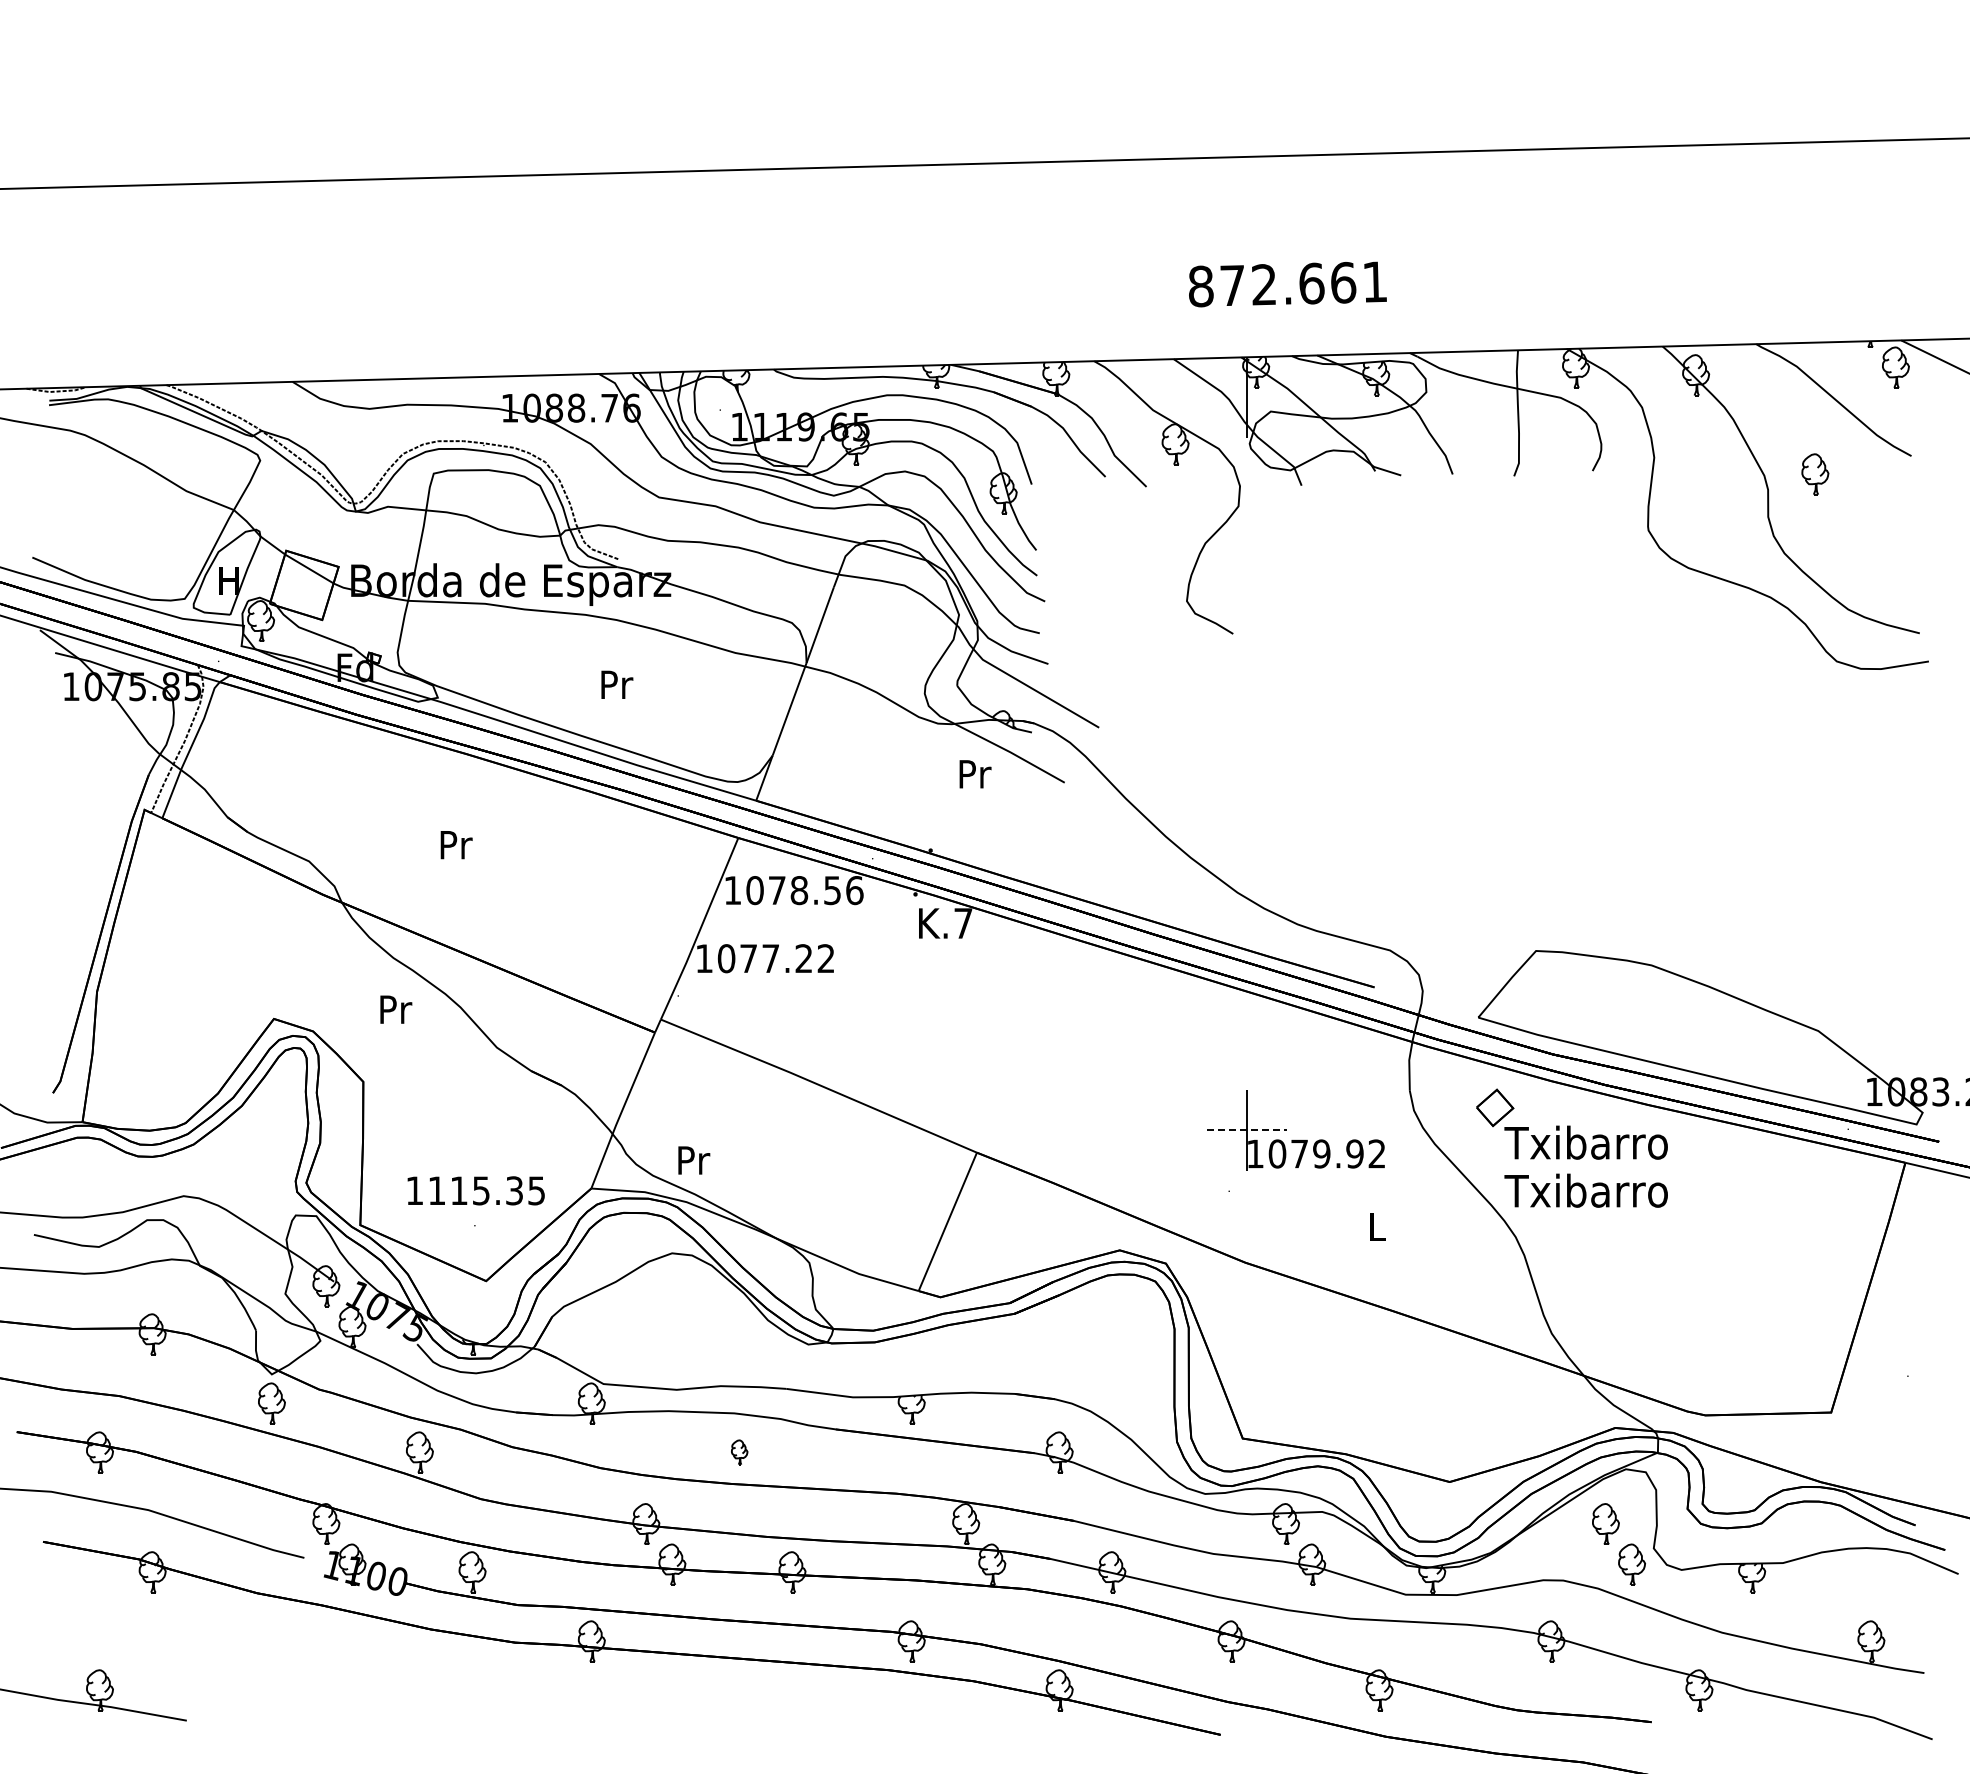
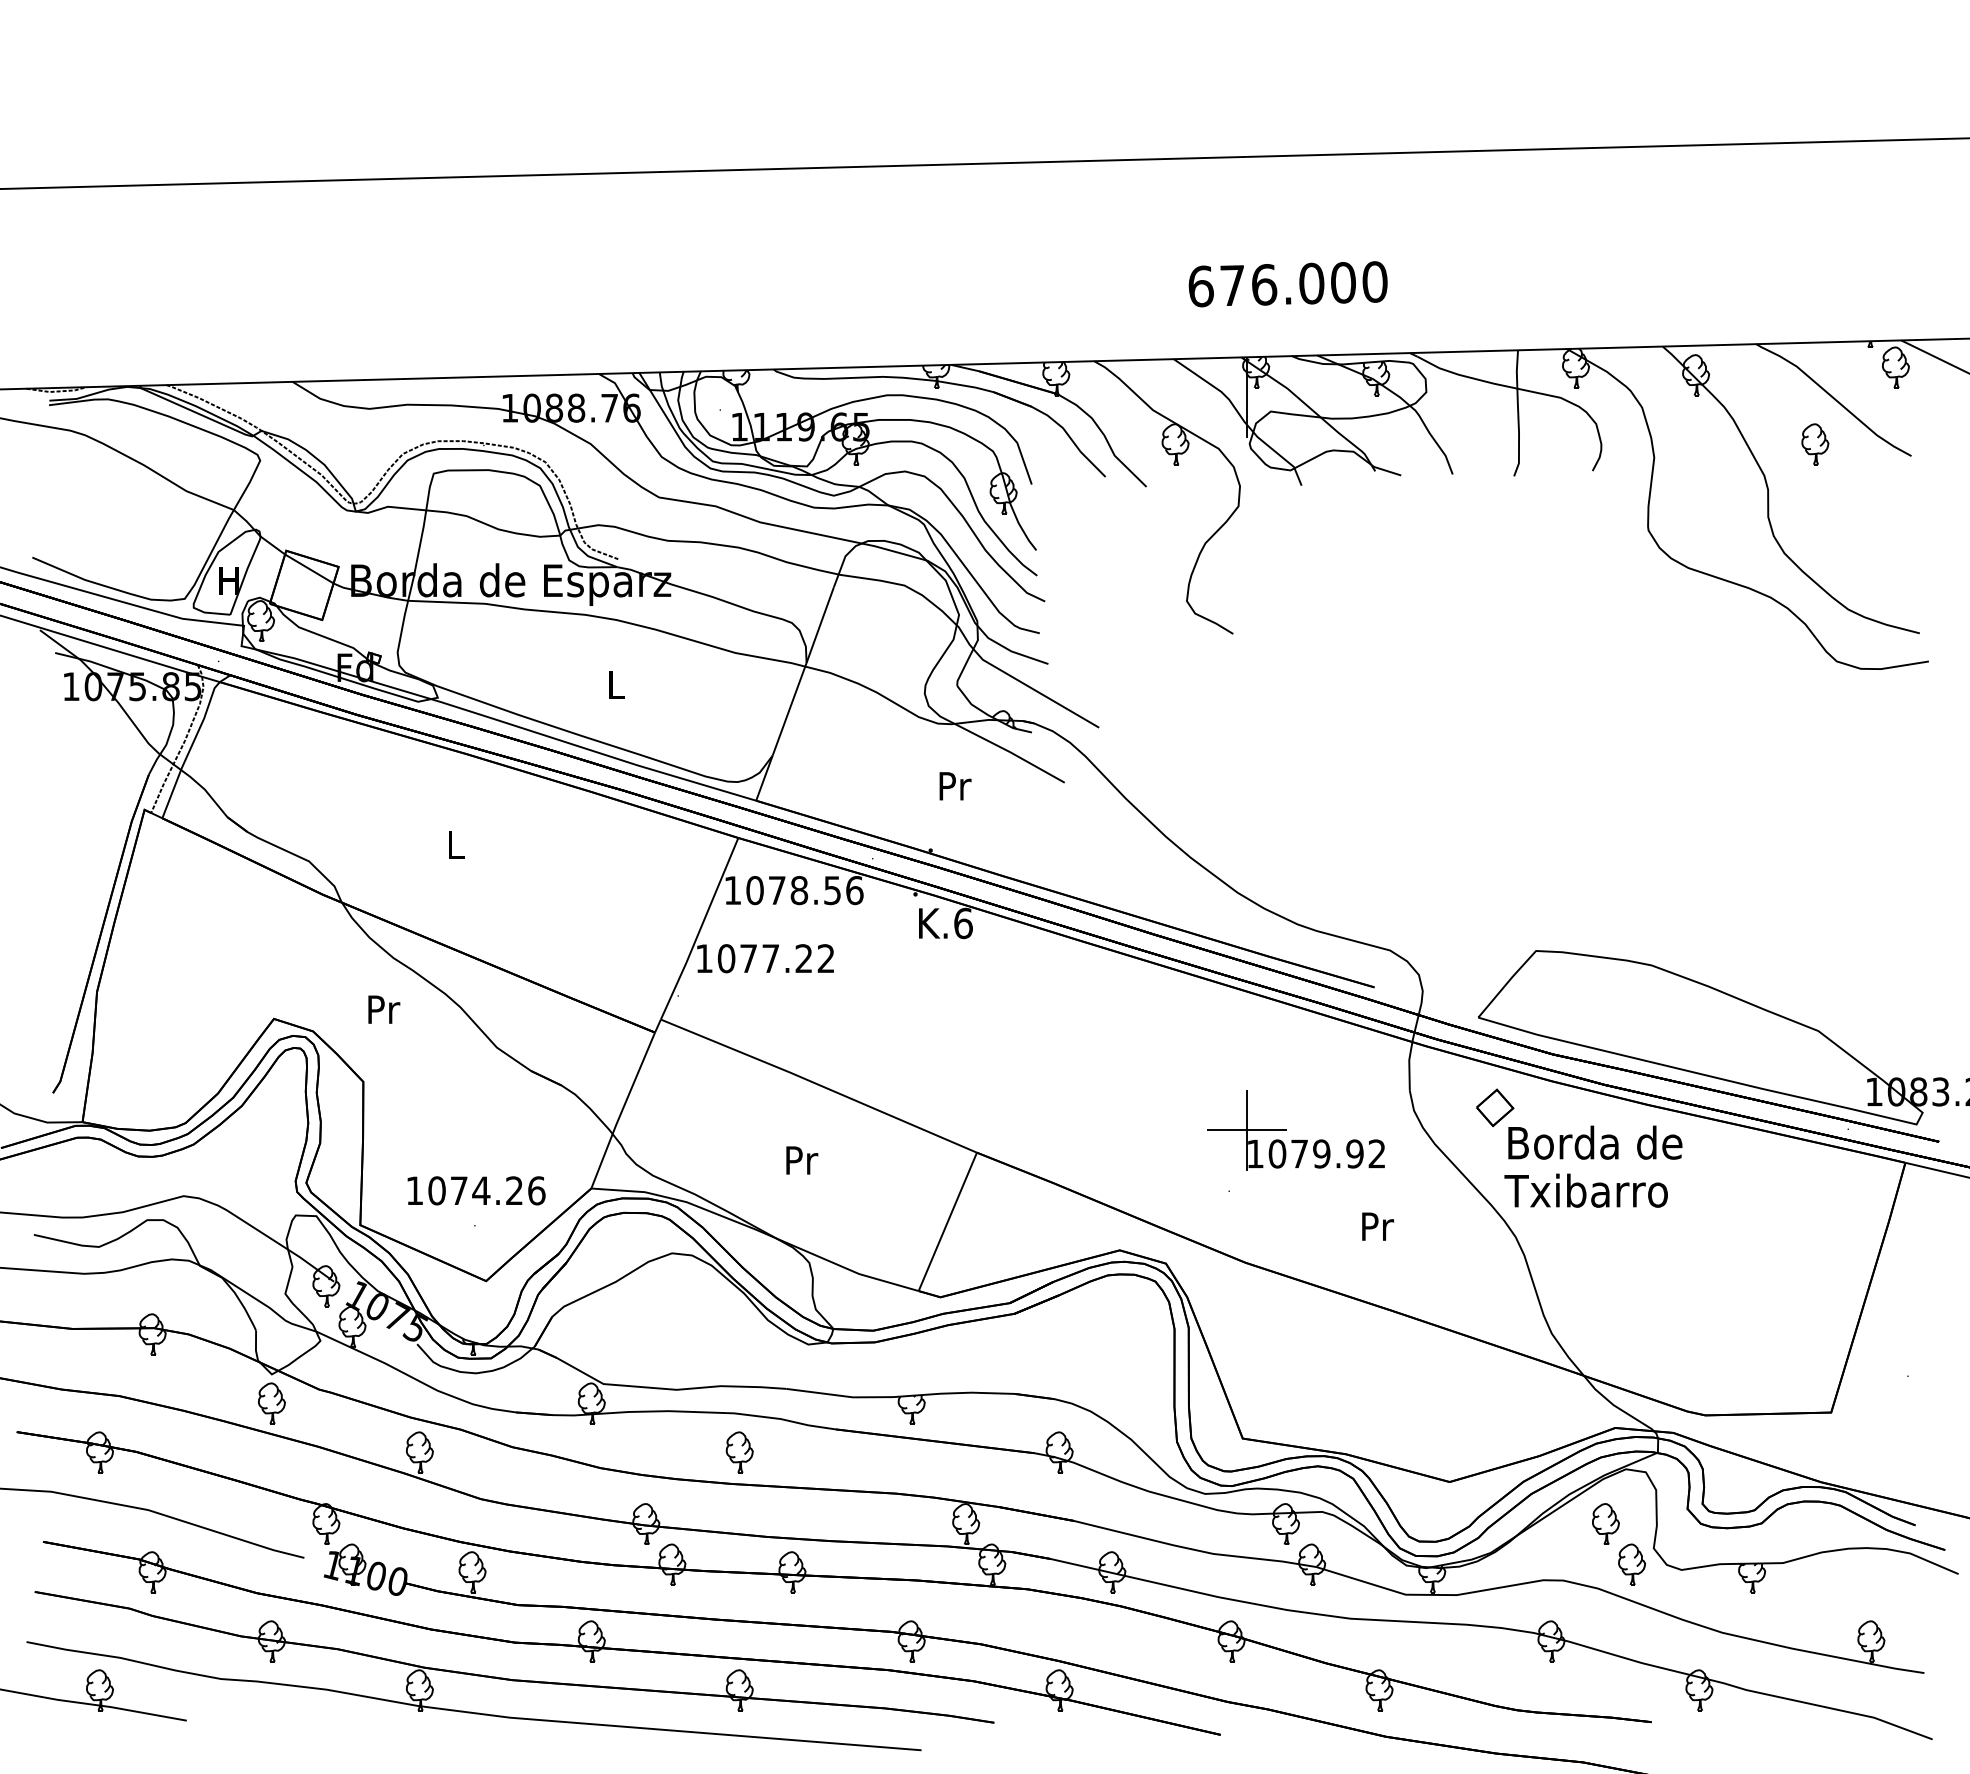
text at (1287, 284): 872.661 -> 676.000
part at (1815, 474) position: (1815, 474) -> (1815, 444)
text at (617, 684): Pr -> L
text at (975, 774) position: (975, 774) -> (955, 786)
text at (456, 845): Pr -> L
text at (963, 923): K.7 -> K.6
text at (396, 1009) position: (396, 1009) -> (384, 1009)
line at (1247, 1130): dashed -> solid
text at (1593, 1142): Txibarro -> Borda de
text at (694, 1160) position: (694, 1160) -> (802, 1160)
text at (486, 1190): 1115.35 -> 1074.26
text at (1378, 1226): L -> Pr
part at (739, 1452) size: 18x27 px -> 29x43 px
part at (510, 1678): none -> present
